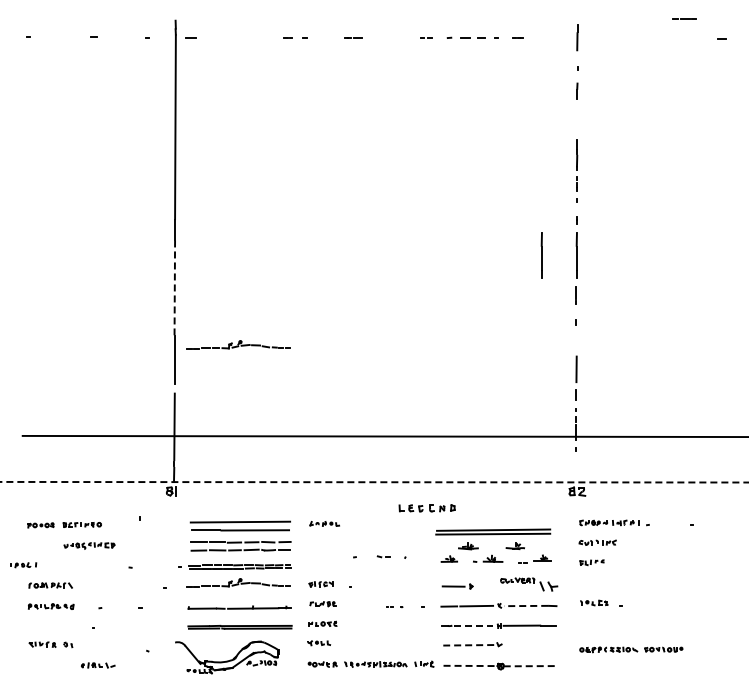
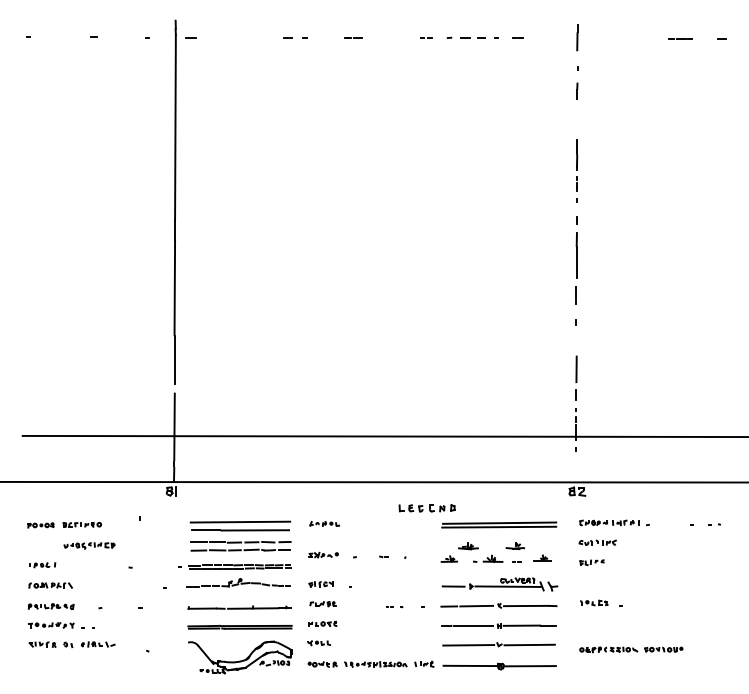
line at (684, 18) position: (684, 18) -> (680, 38)
line at (541, 255): present -> none
line at (174, 288): dashed -> solid
part at (238, 344): present -> none
line at (374, 482): dashed -> solid
part at (714, 524): none -> present
part at (493, 531) position: (493, 531) -> (499, 524)
part at (323, 555): none -> present
part at (383, 556) size: 15x4 px -> 10x4 px
part at (522, 562) position: (522, 562) -> (516, 561)
part at (23, 565) position: (23, 565) -> (42, 565)
line at (508, 586): none -> present
line at (525, 606): dashed -> solid
part at (55, 625): none -> present
line at (473, 625): dashed -> solid
line at (529, 644): none -> present
line at (468, 645): dashed -> solid
part at (227, 657) position: (227, 657) -> (240, 657)
part at (98, 665) position: (98, 665) -> (98, 644)
line at (471, 665): dashed -> solid
line at (530, 666): dashed -> solid
